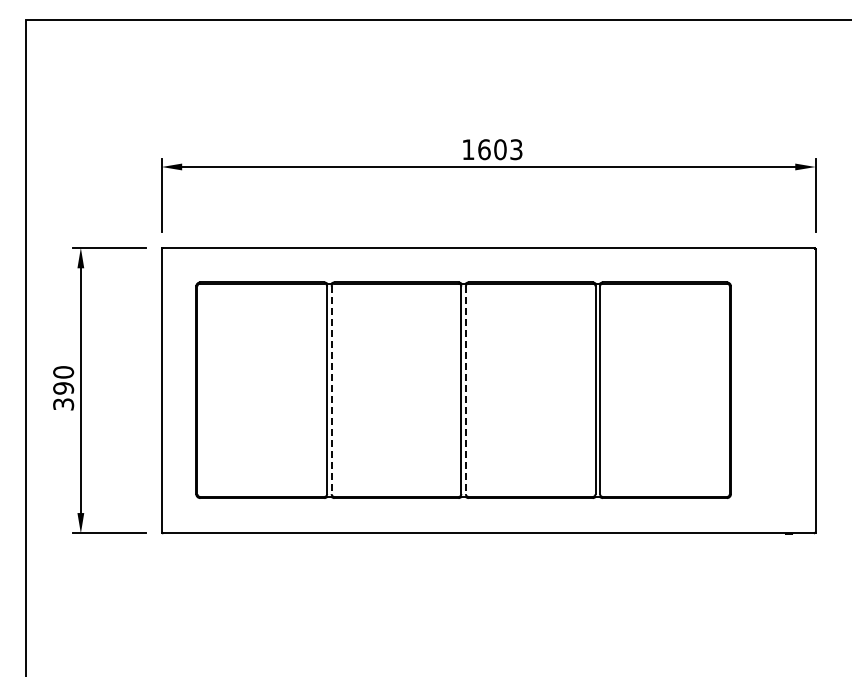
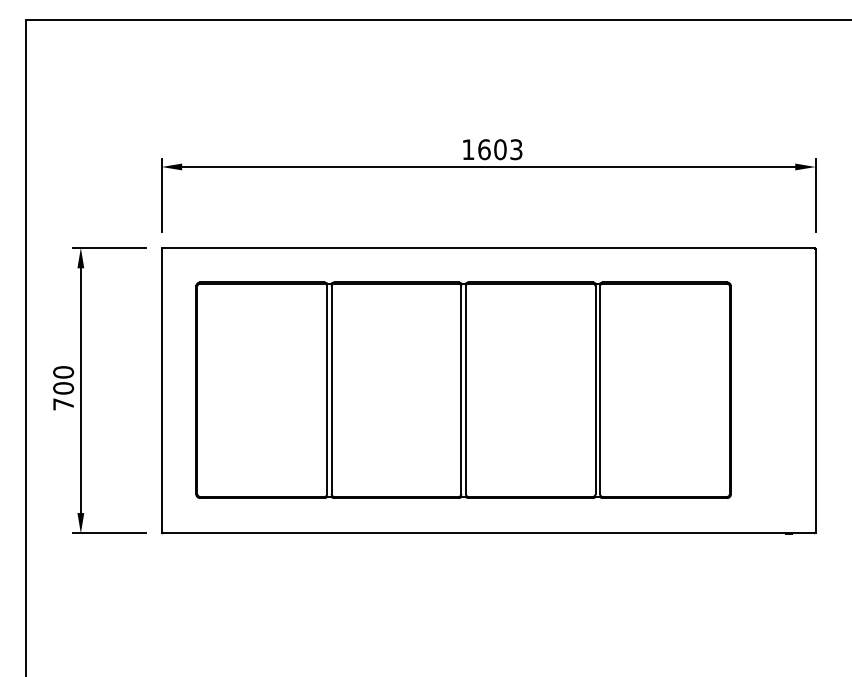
line at (331, 390): dashed -> solid
line at (465, 390): dashed -> solid
text at (63, 396): 390 -> 700
